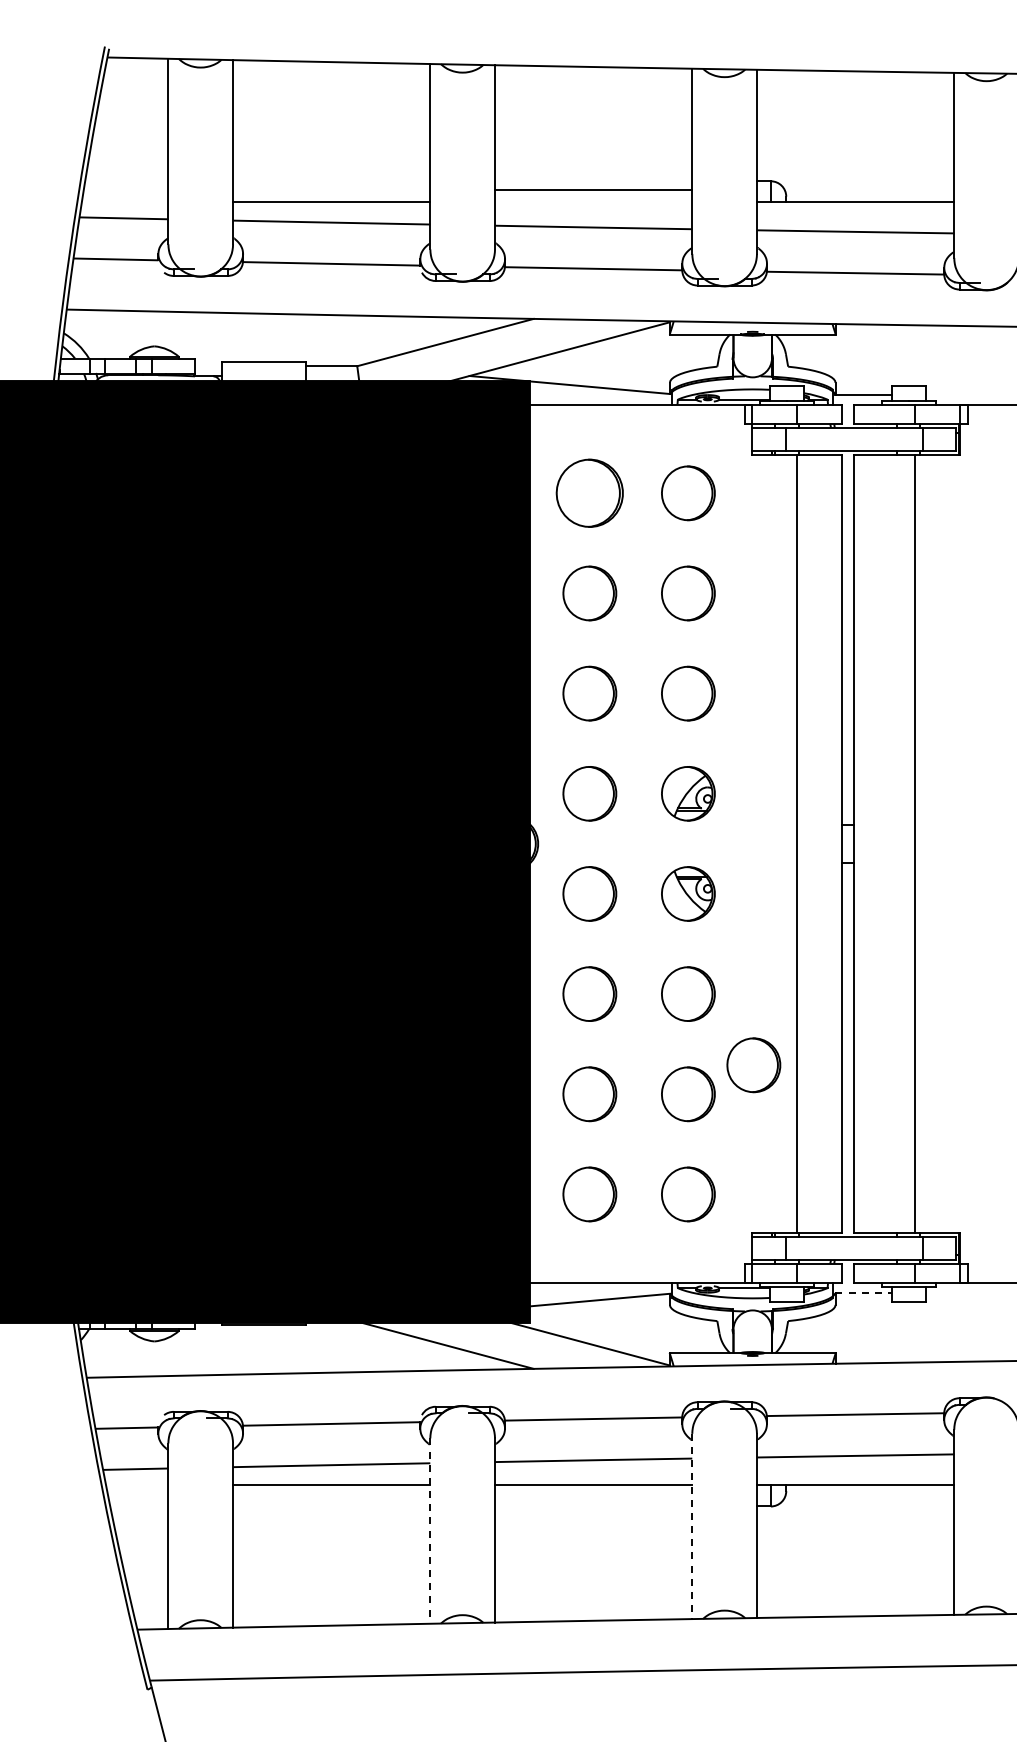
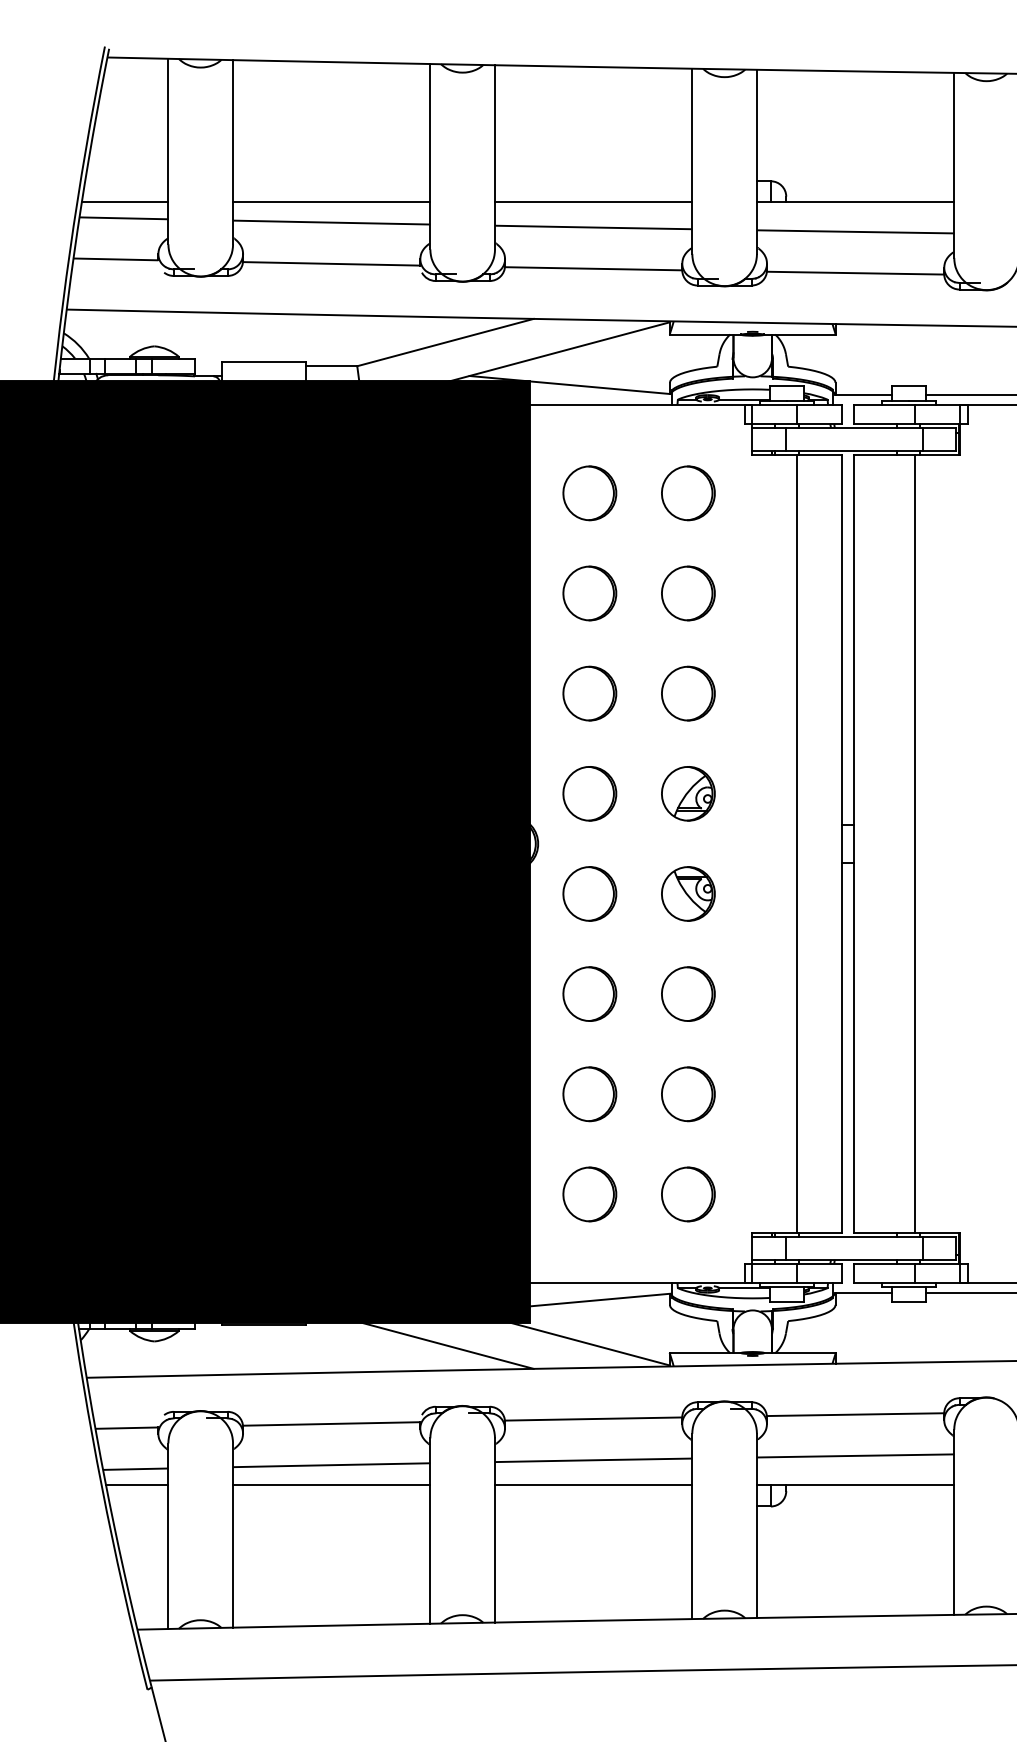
line at (593, 190) position: (593, 190) -> (593, 202)
line at (124, 202): none -> present
line at (969, 394): none -> present
part at (589, 492) size: 69x70 px -> 56x57 px
part at (753, 1065): present -> none
line at (863, 1293): dashed -> solid
line at (969, 1293): none -> present
line at (137, 1485): none -> present
line at (692, 1526): dashed -> solid
line at (430, 1531): dashed -> solid
